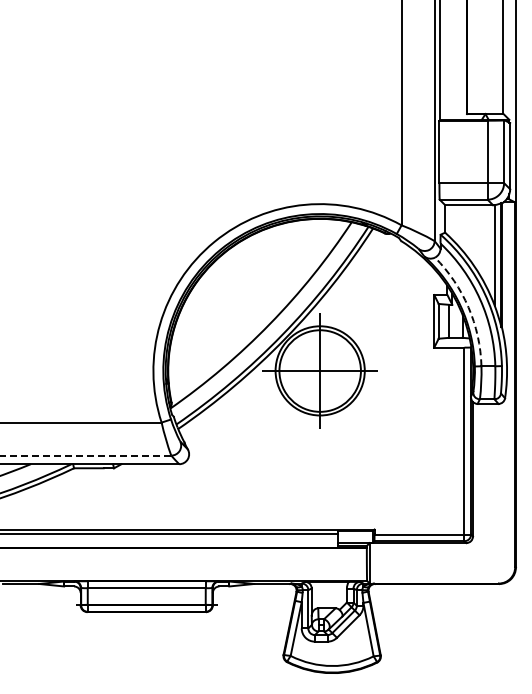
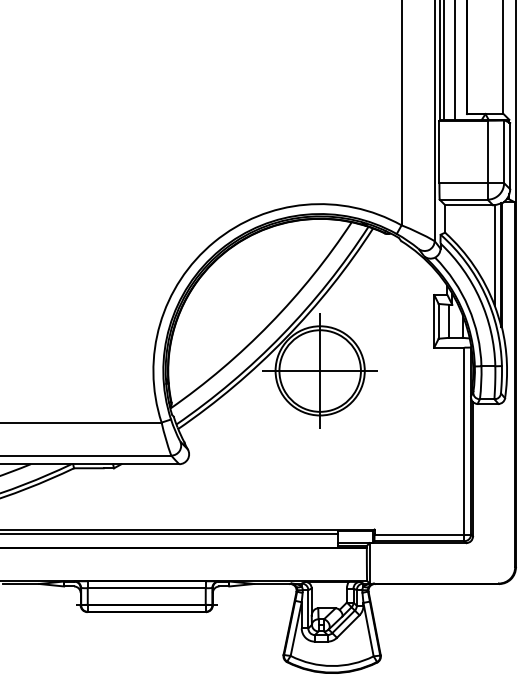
line at (444, 61): none -> present
line at (454, 61): none -> present
arc at (468, 307): dashed -> solid
line at (86, 455): dashed -> solid
